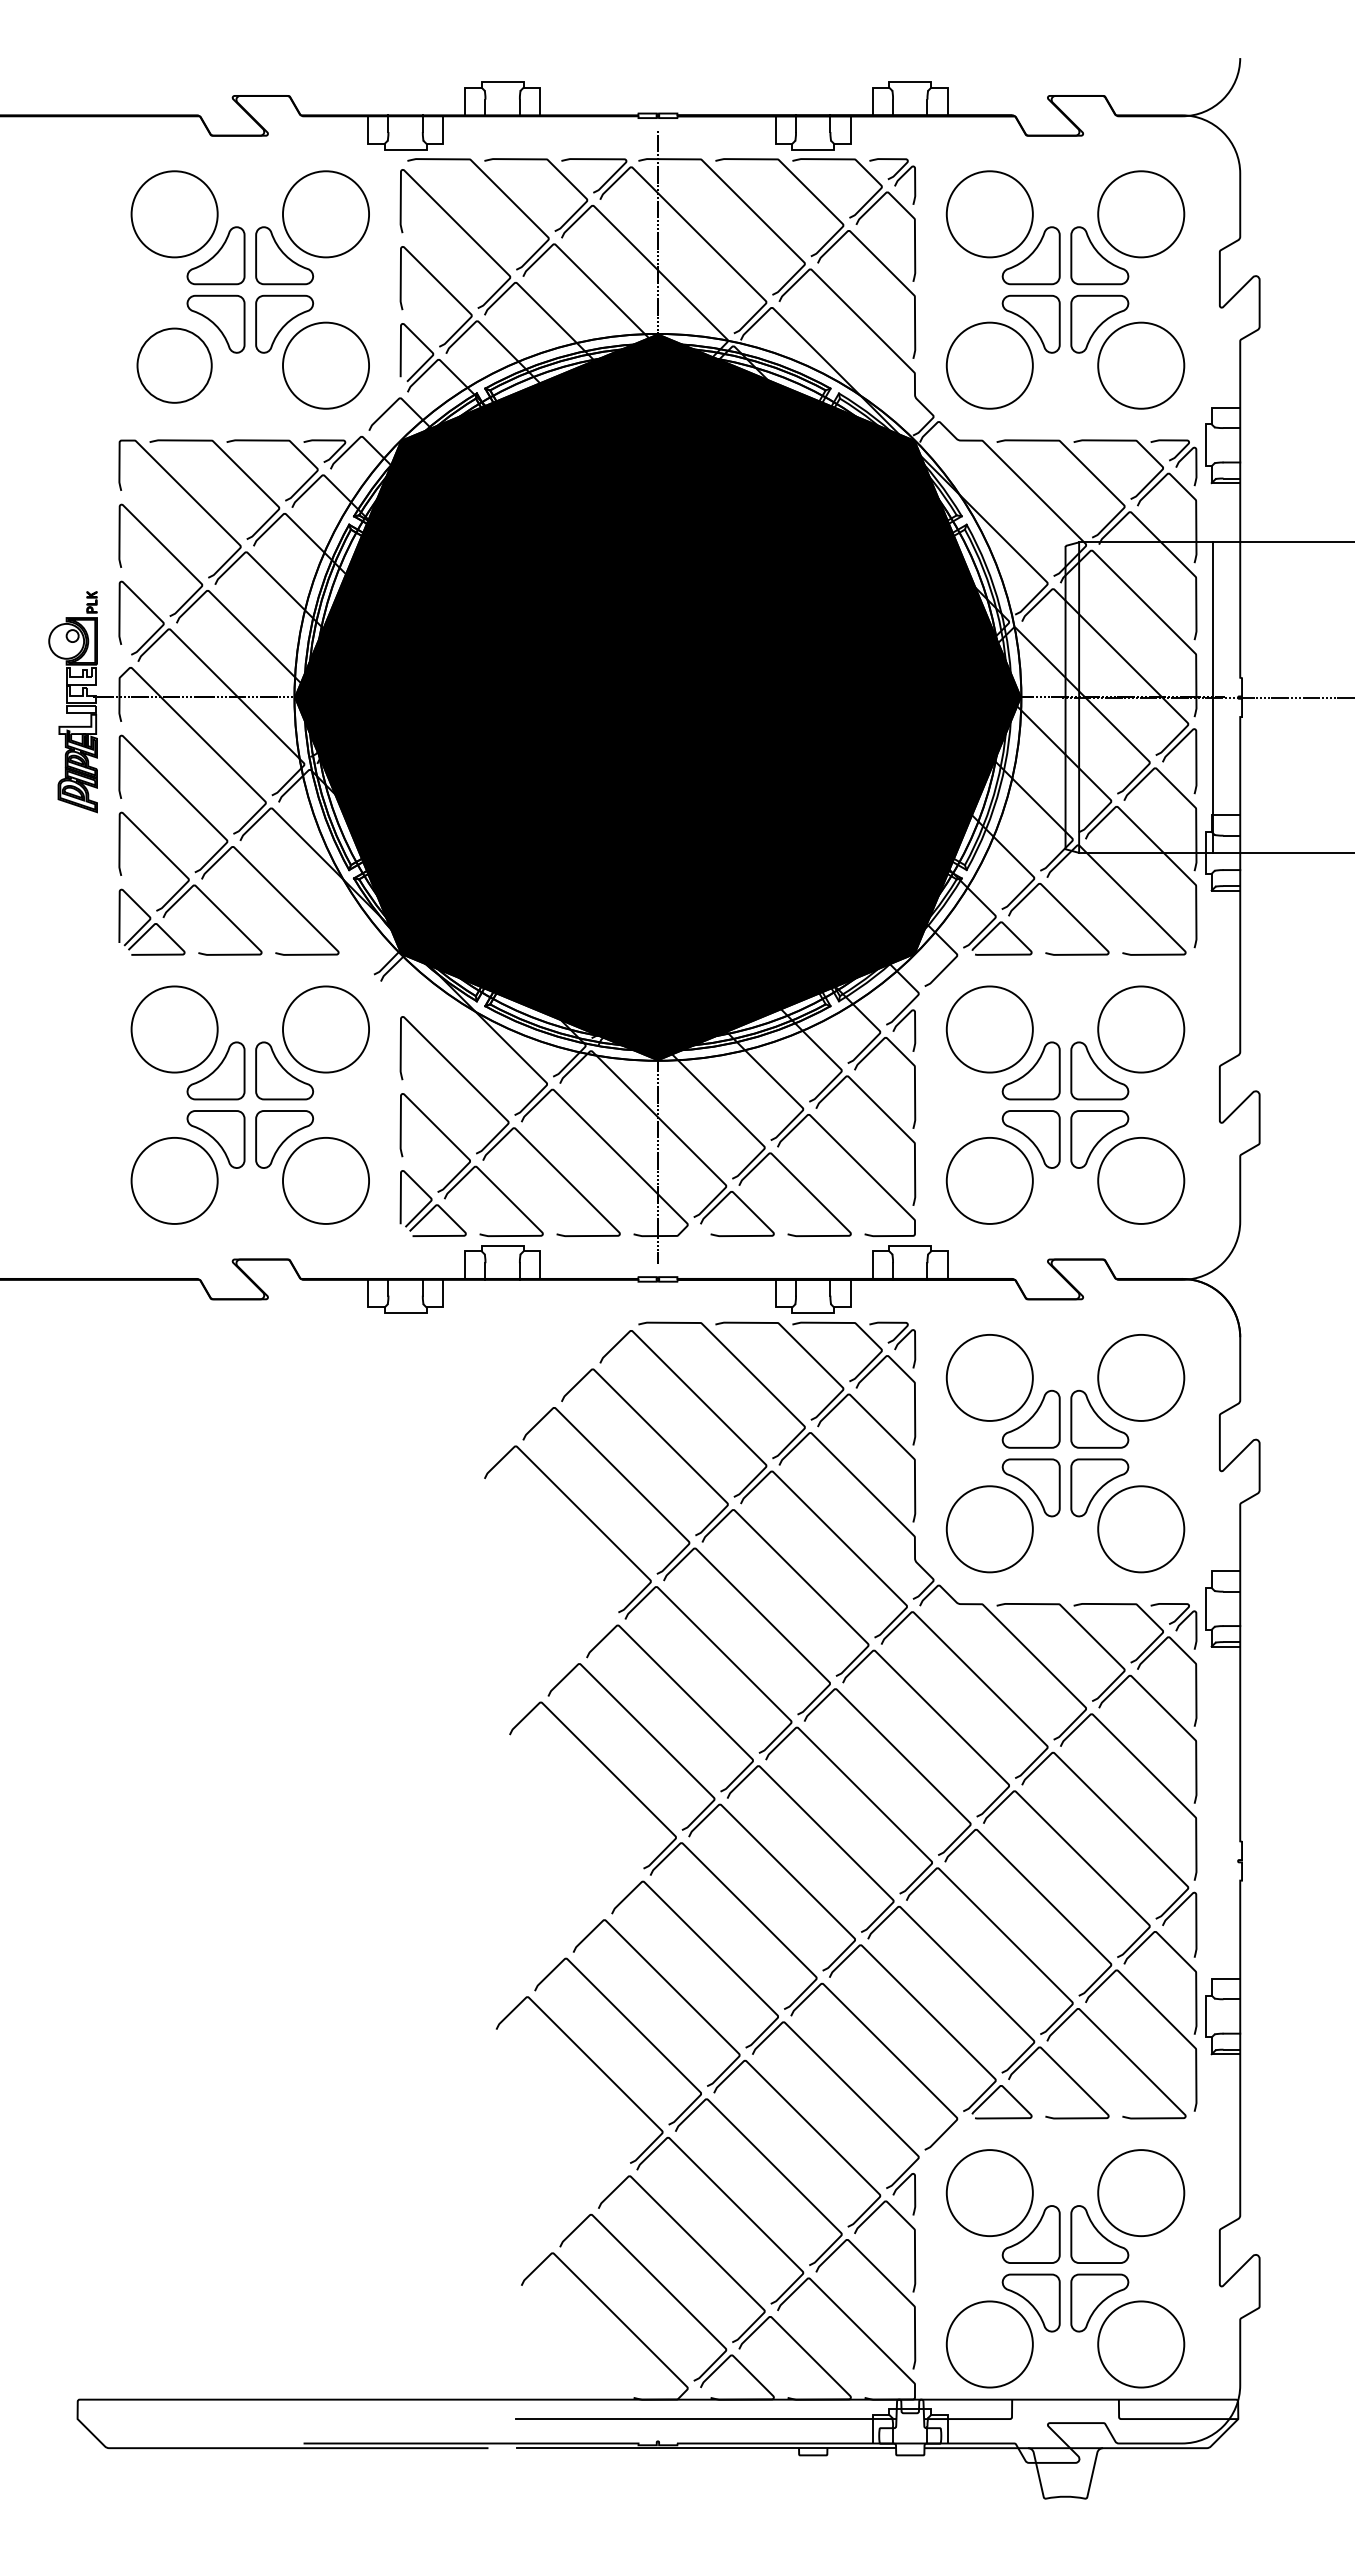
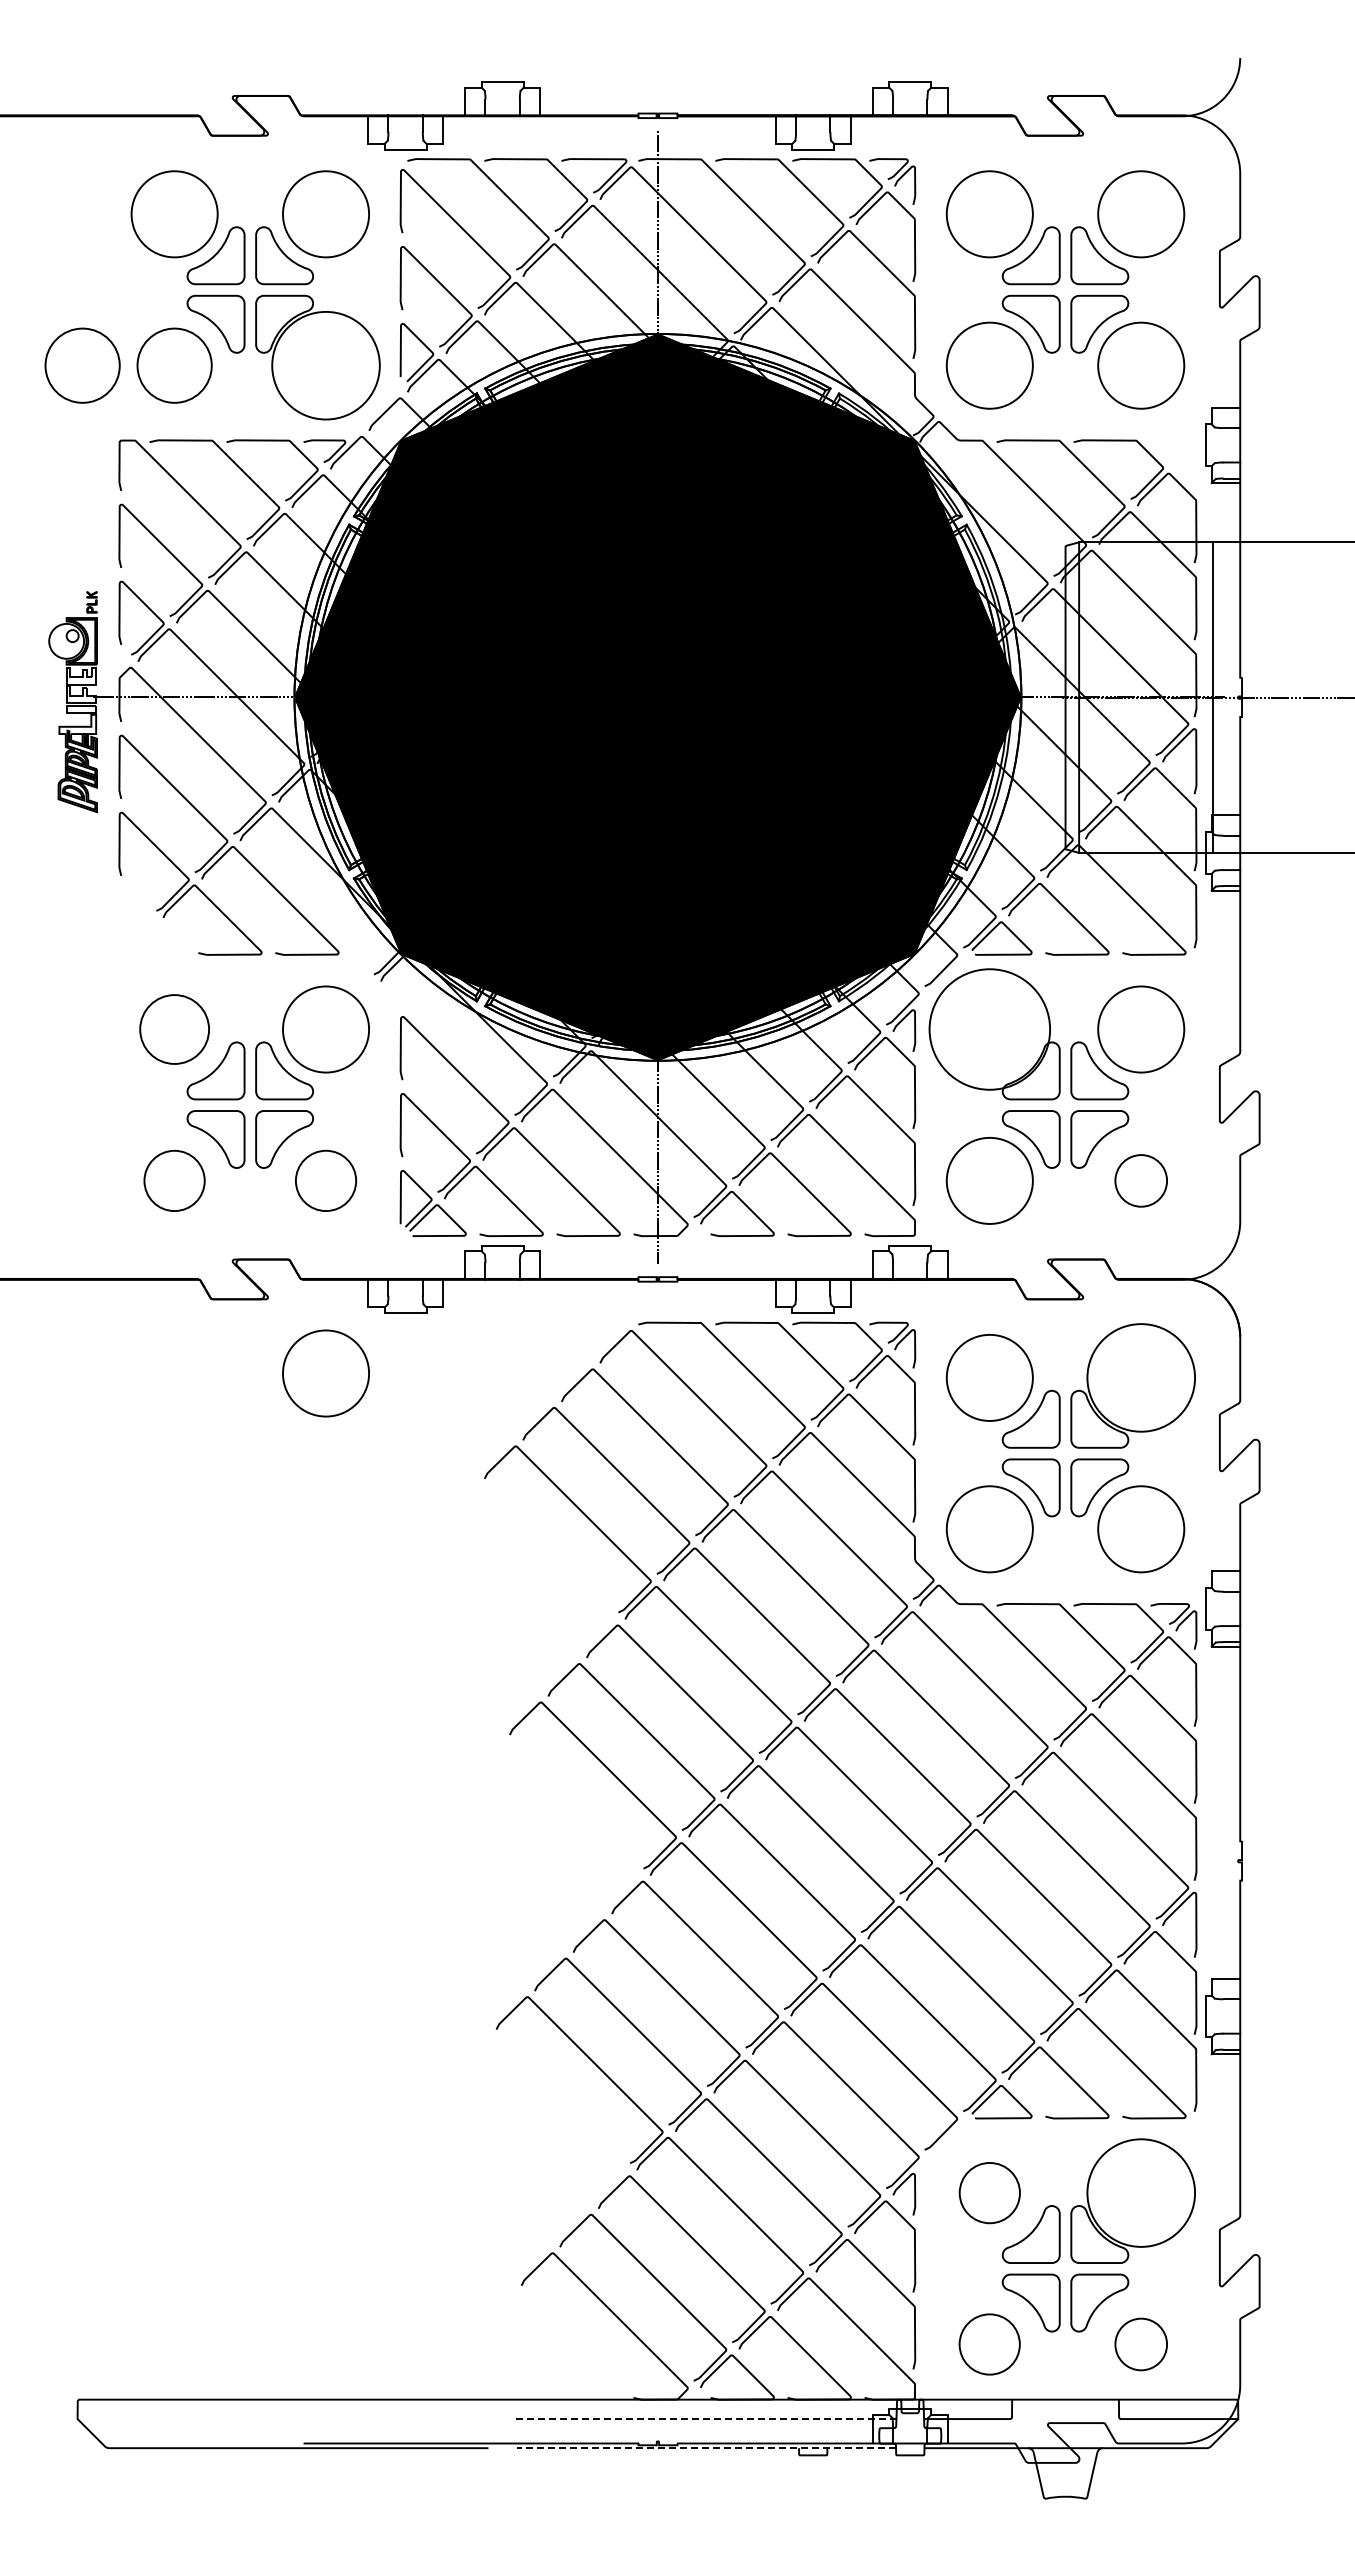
circle at (82, 365): none -> present
circle at (326, 365) diameter: 86 px -> 108 px
part at (1173, 462): present -> none
part at (151, 921): present -> none
circle at (174, 1029) diameter: 86 px -> 69 px
circle at (989, 1029) diameter: 86 px -> 121 px
circle at (174, 1180) size: 89x88 px -> 63x63 px
circle at (326, 1180) diameter: 86 px -> 60 px
circle at (1141, 1180) diameter: 86 px -> 52 px
circle at (325, 1373): none -> present
circle at (1141, 1377) diameter: 86 px -> 108 px
circle at (989, 2193) diameter: 86 px -> 60 px
circle at (1141, 2193) diameter: 86 px -> 108 px
circle at (989, 2344) size: 89x89 px -> 63x63 px
circle at (1141, 2344) diameter: 86 px -> 52 px
line at (706, 2419): solid -> dashed
line at (706, 2448): solid -> dashed
